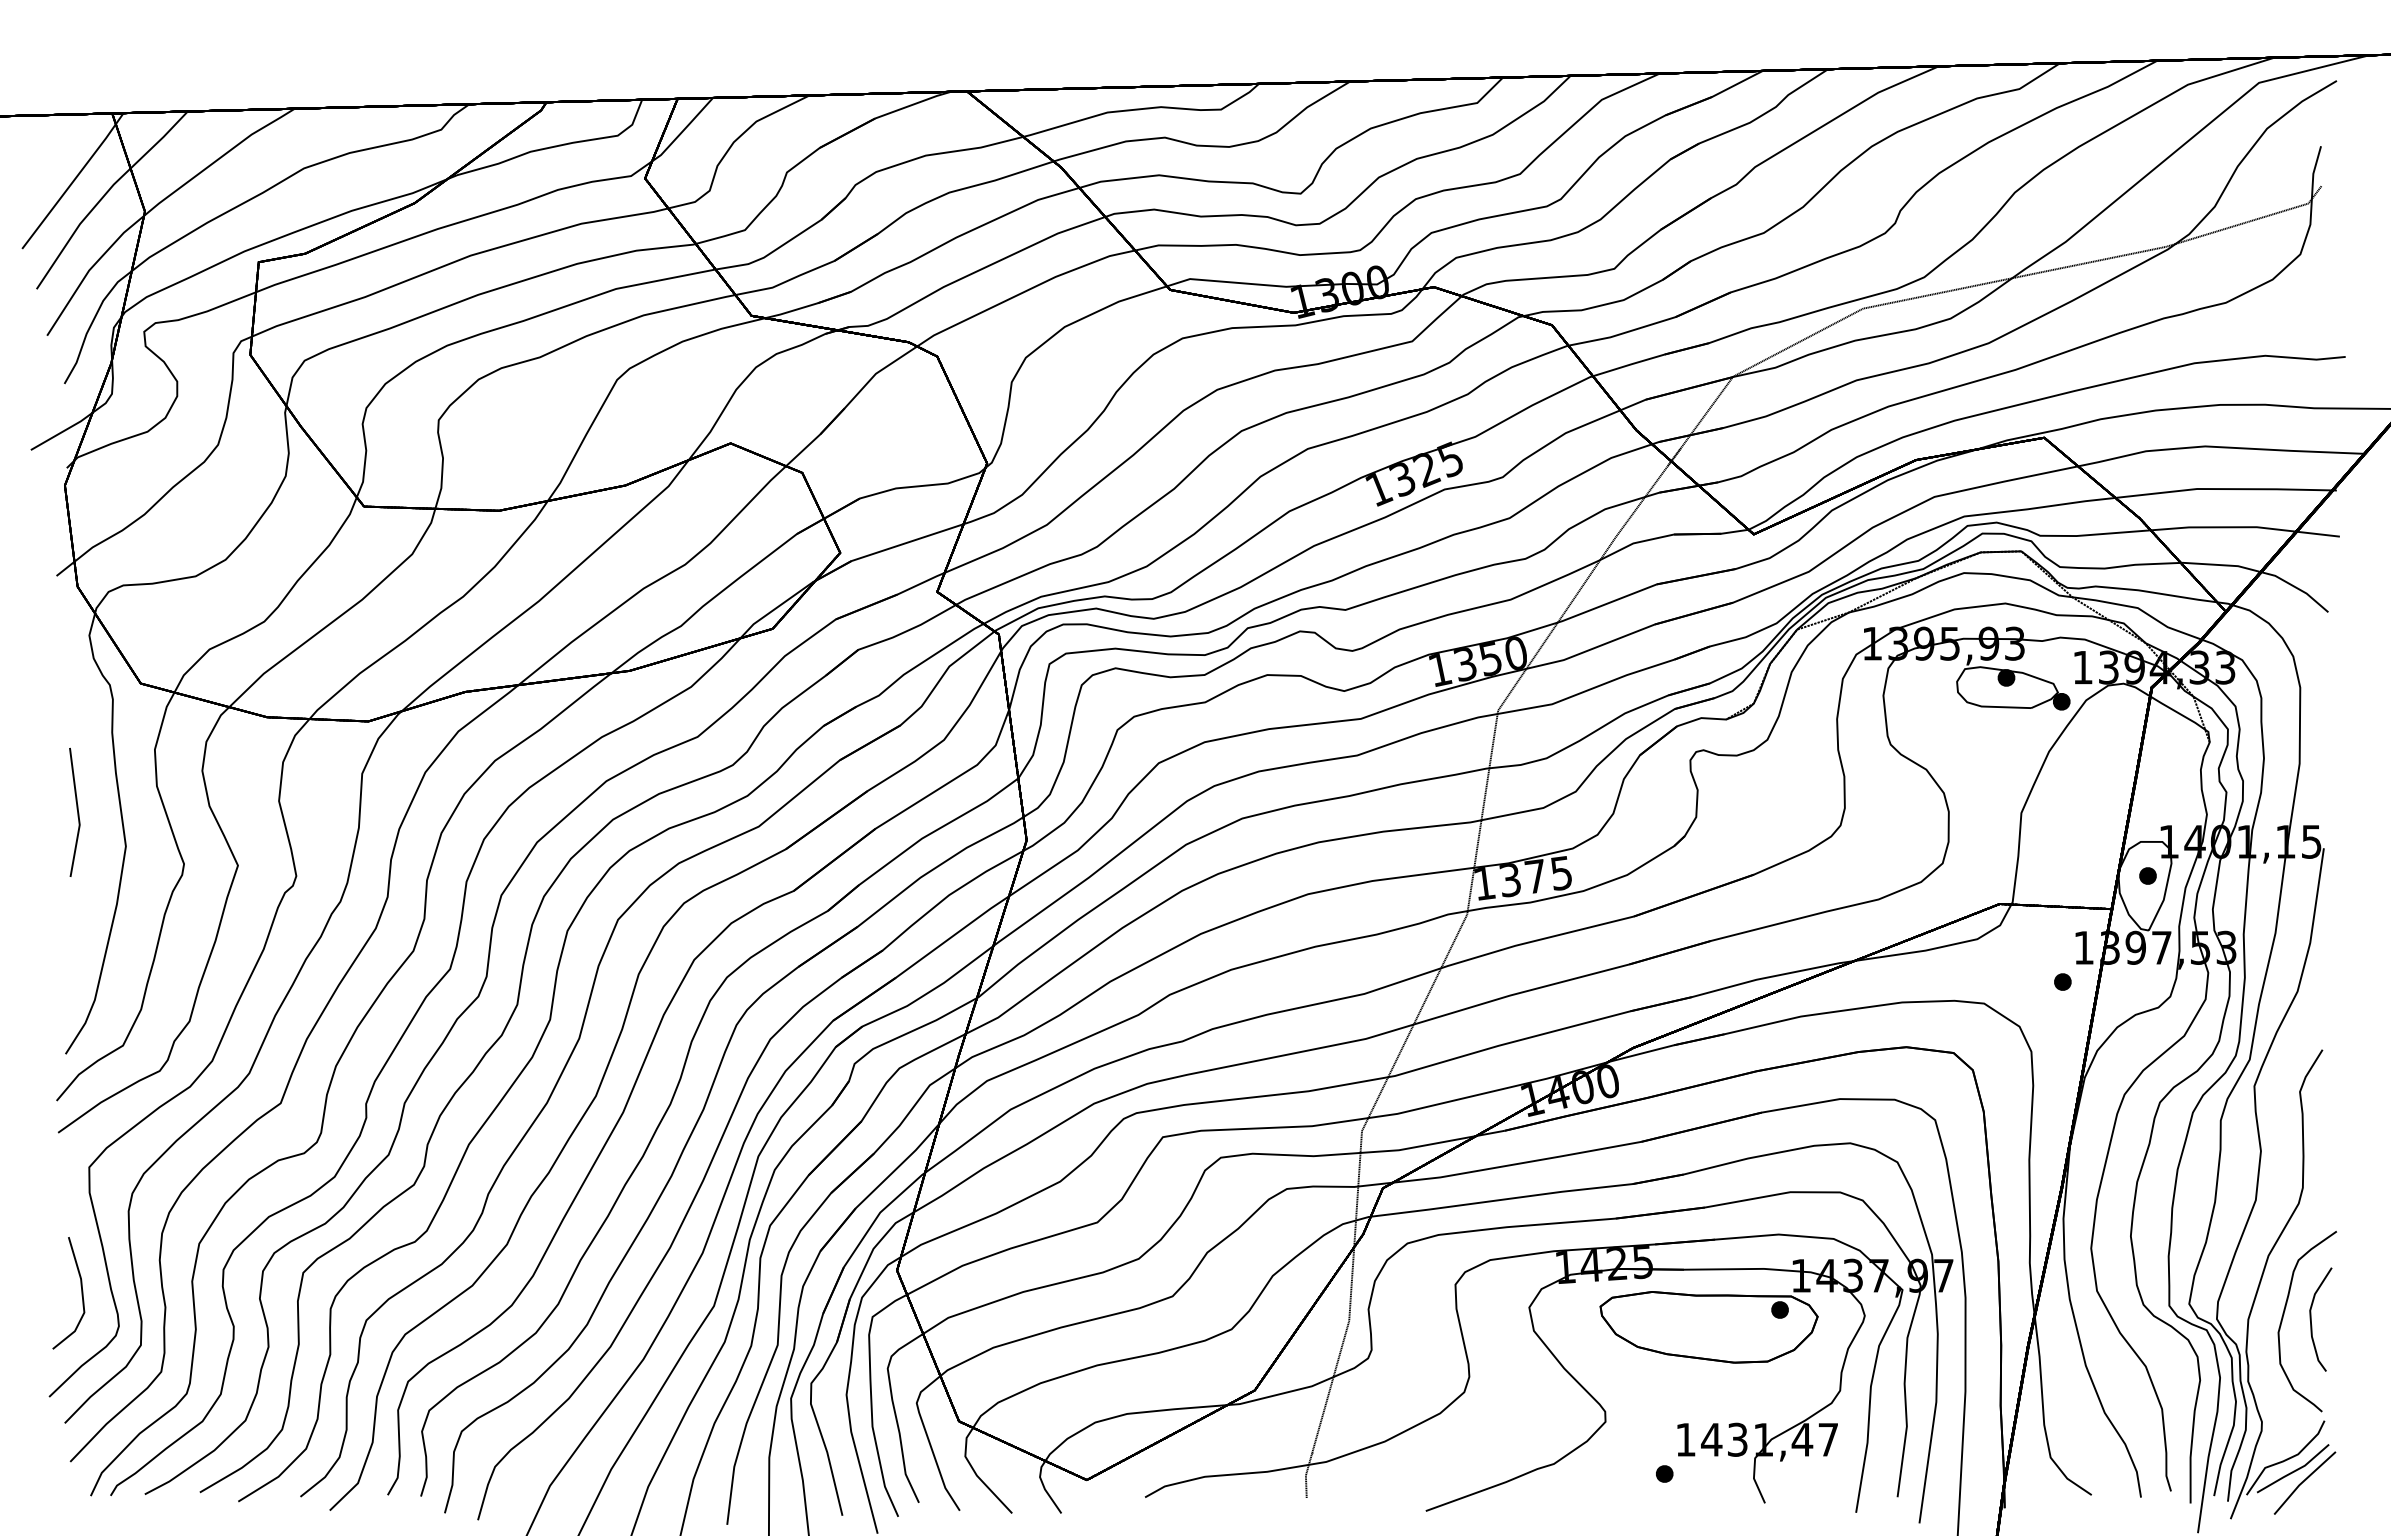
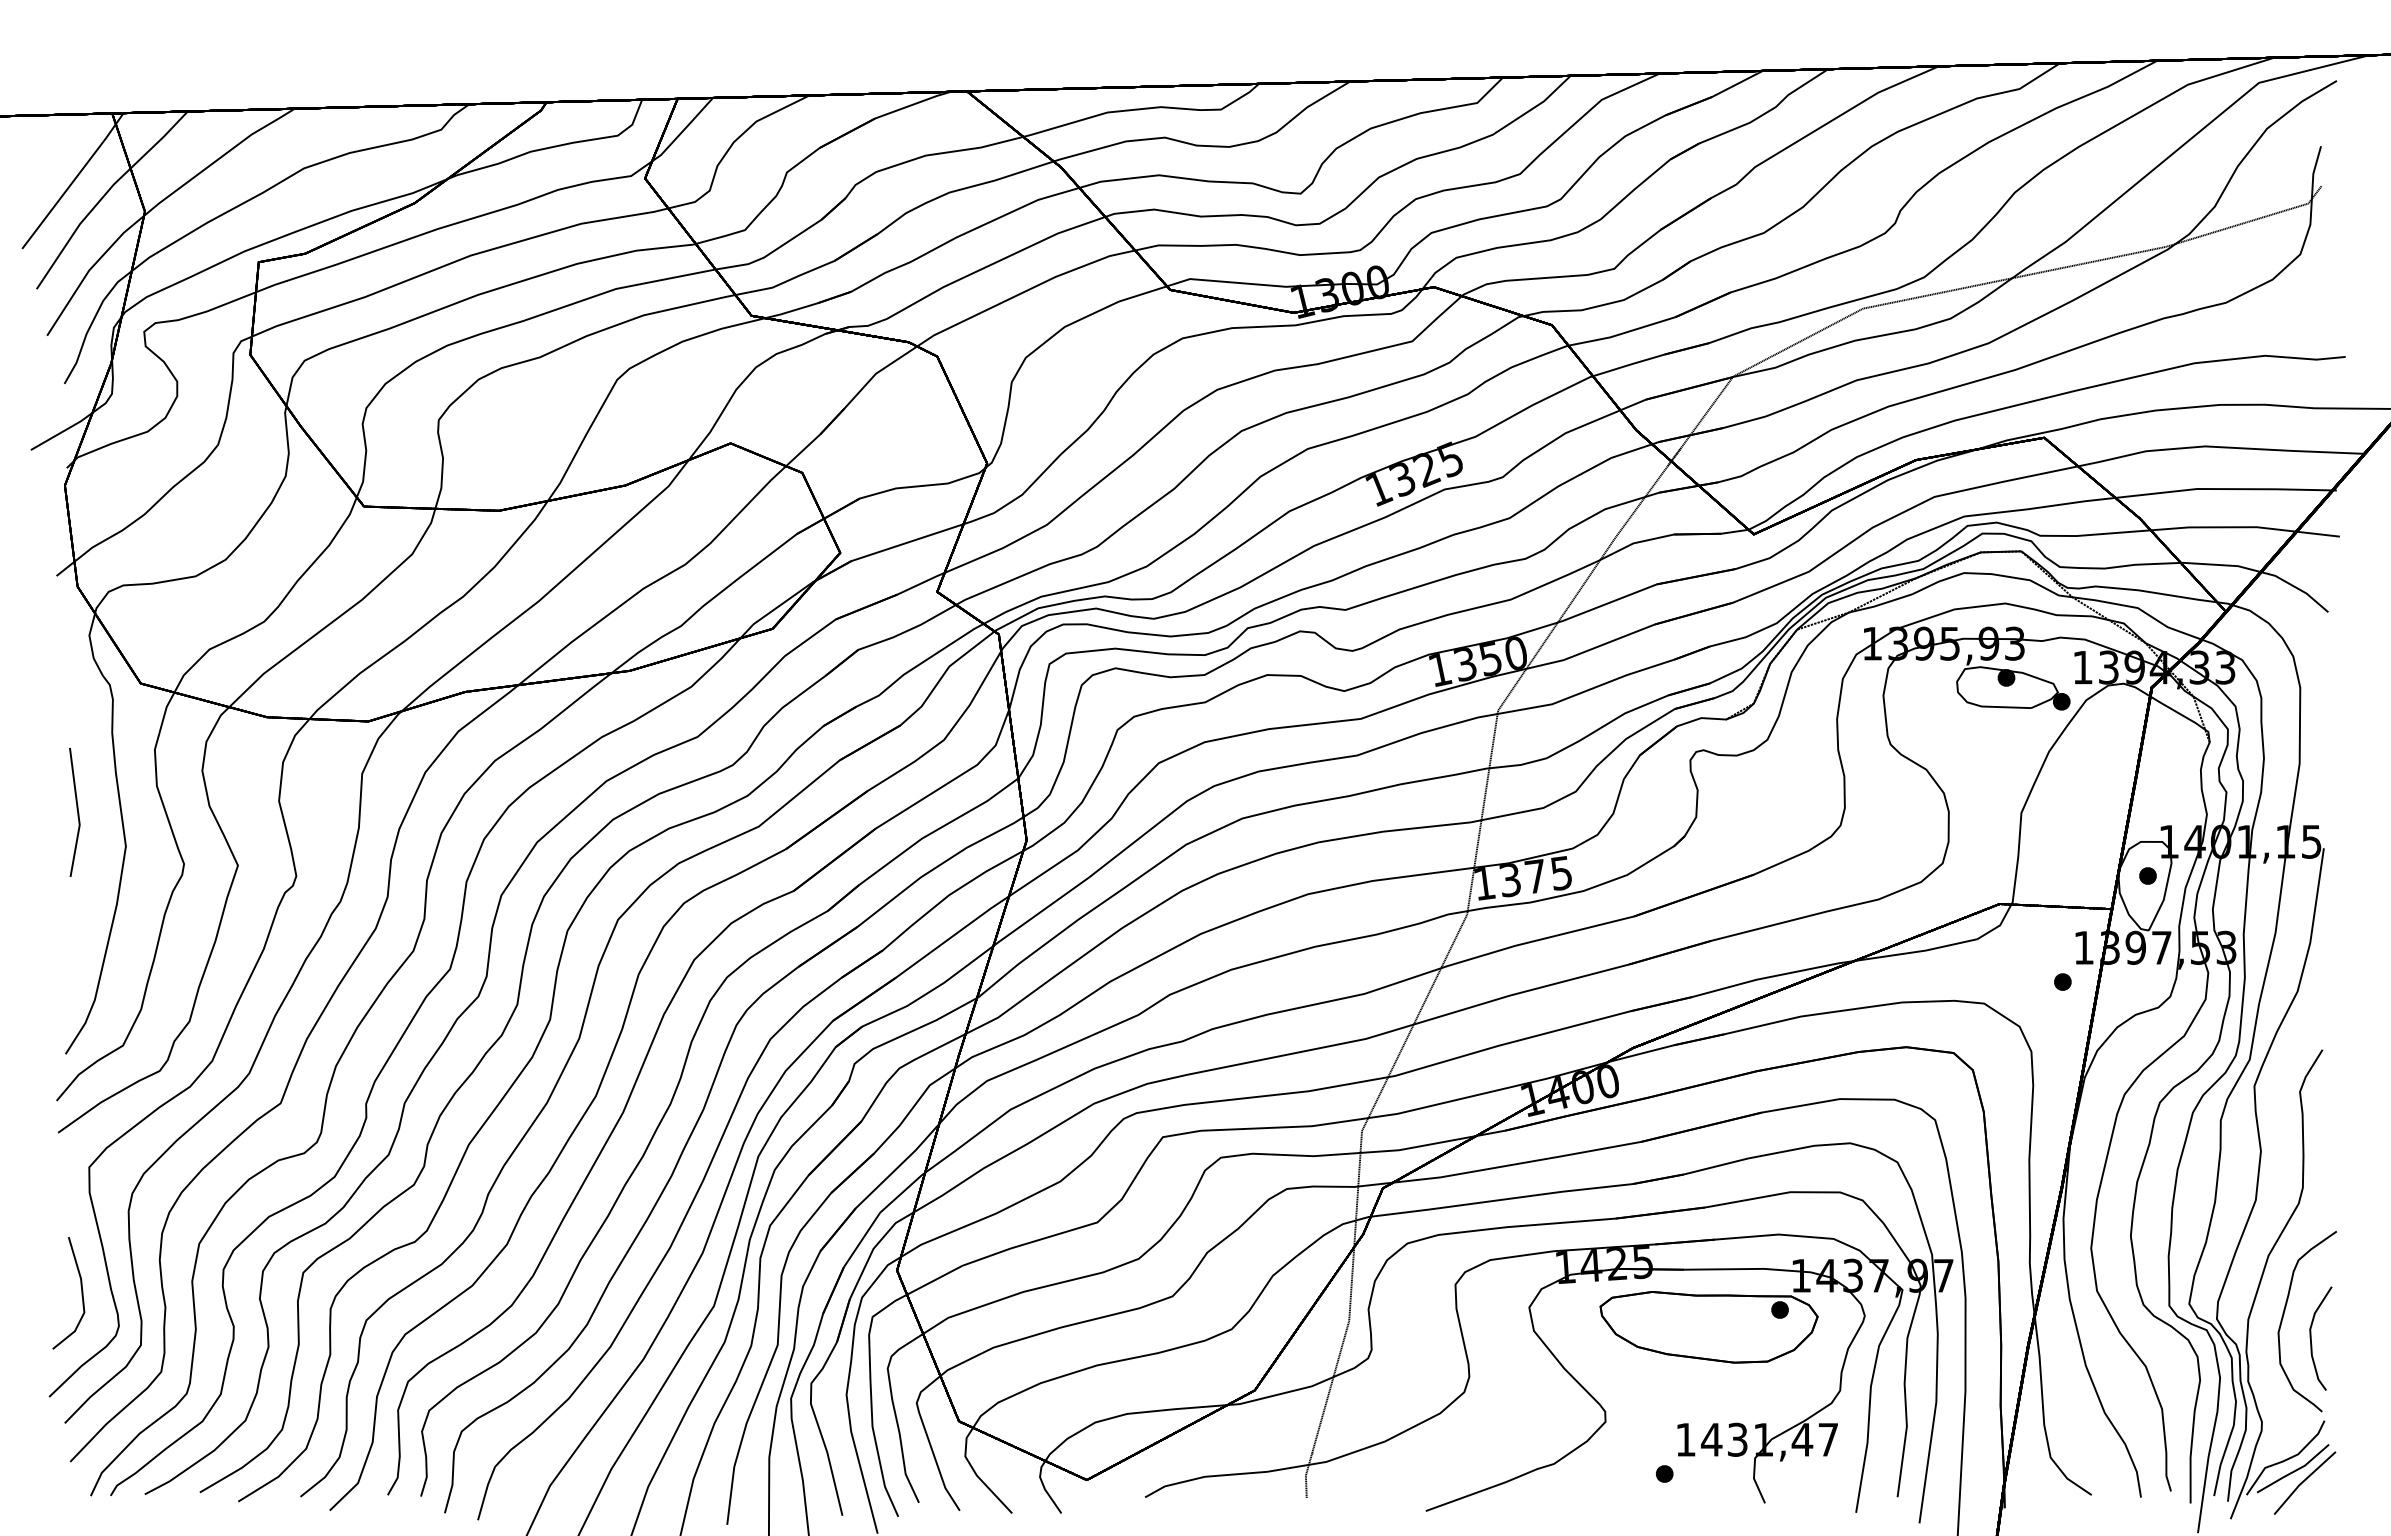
curve at (2311, 1319) position: (2311, 1319) -> (2311, 1338)
